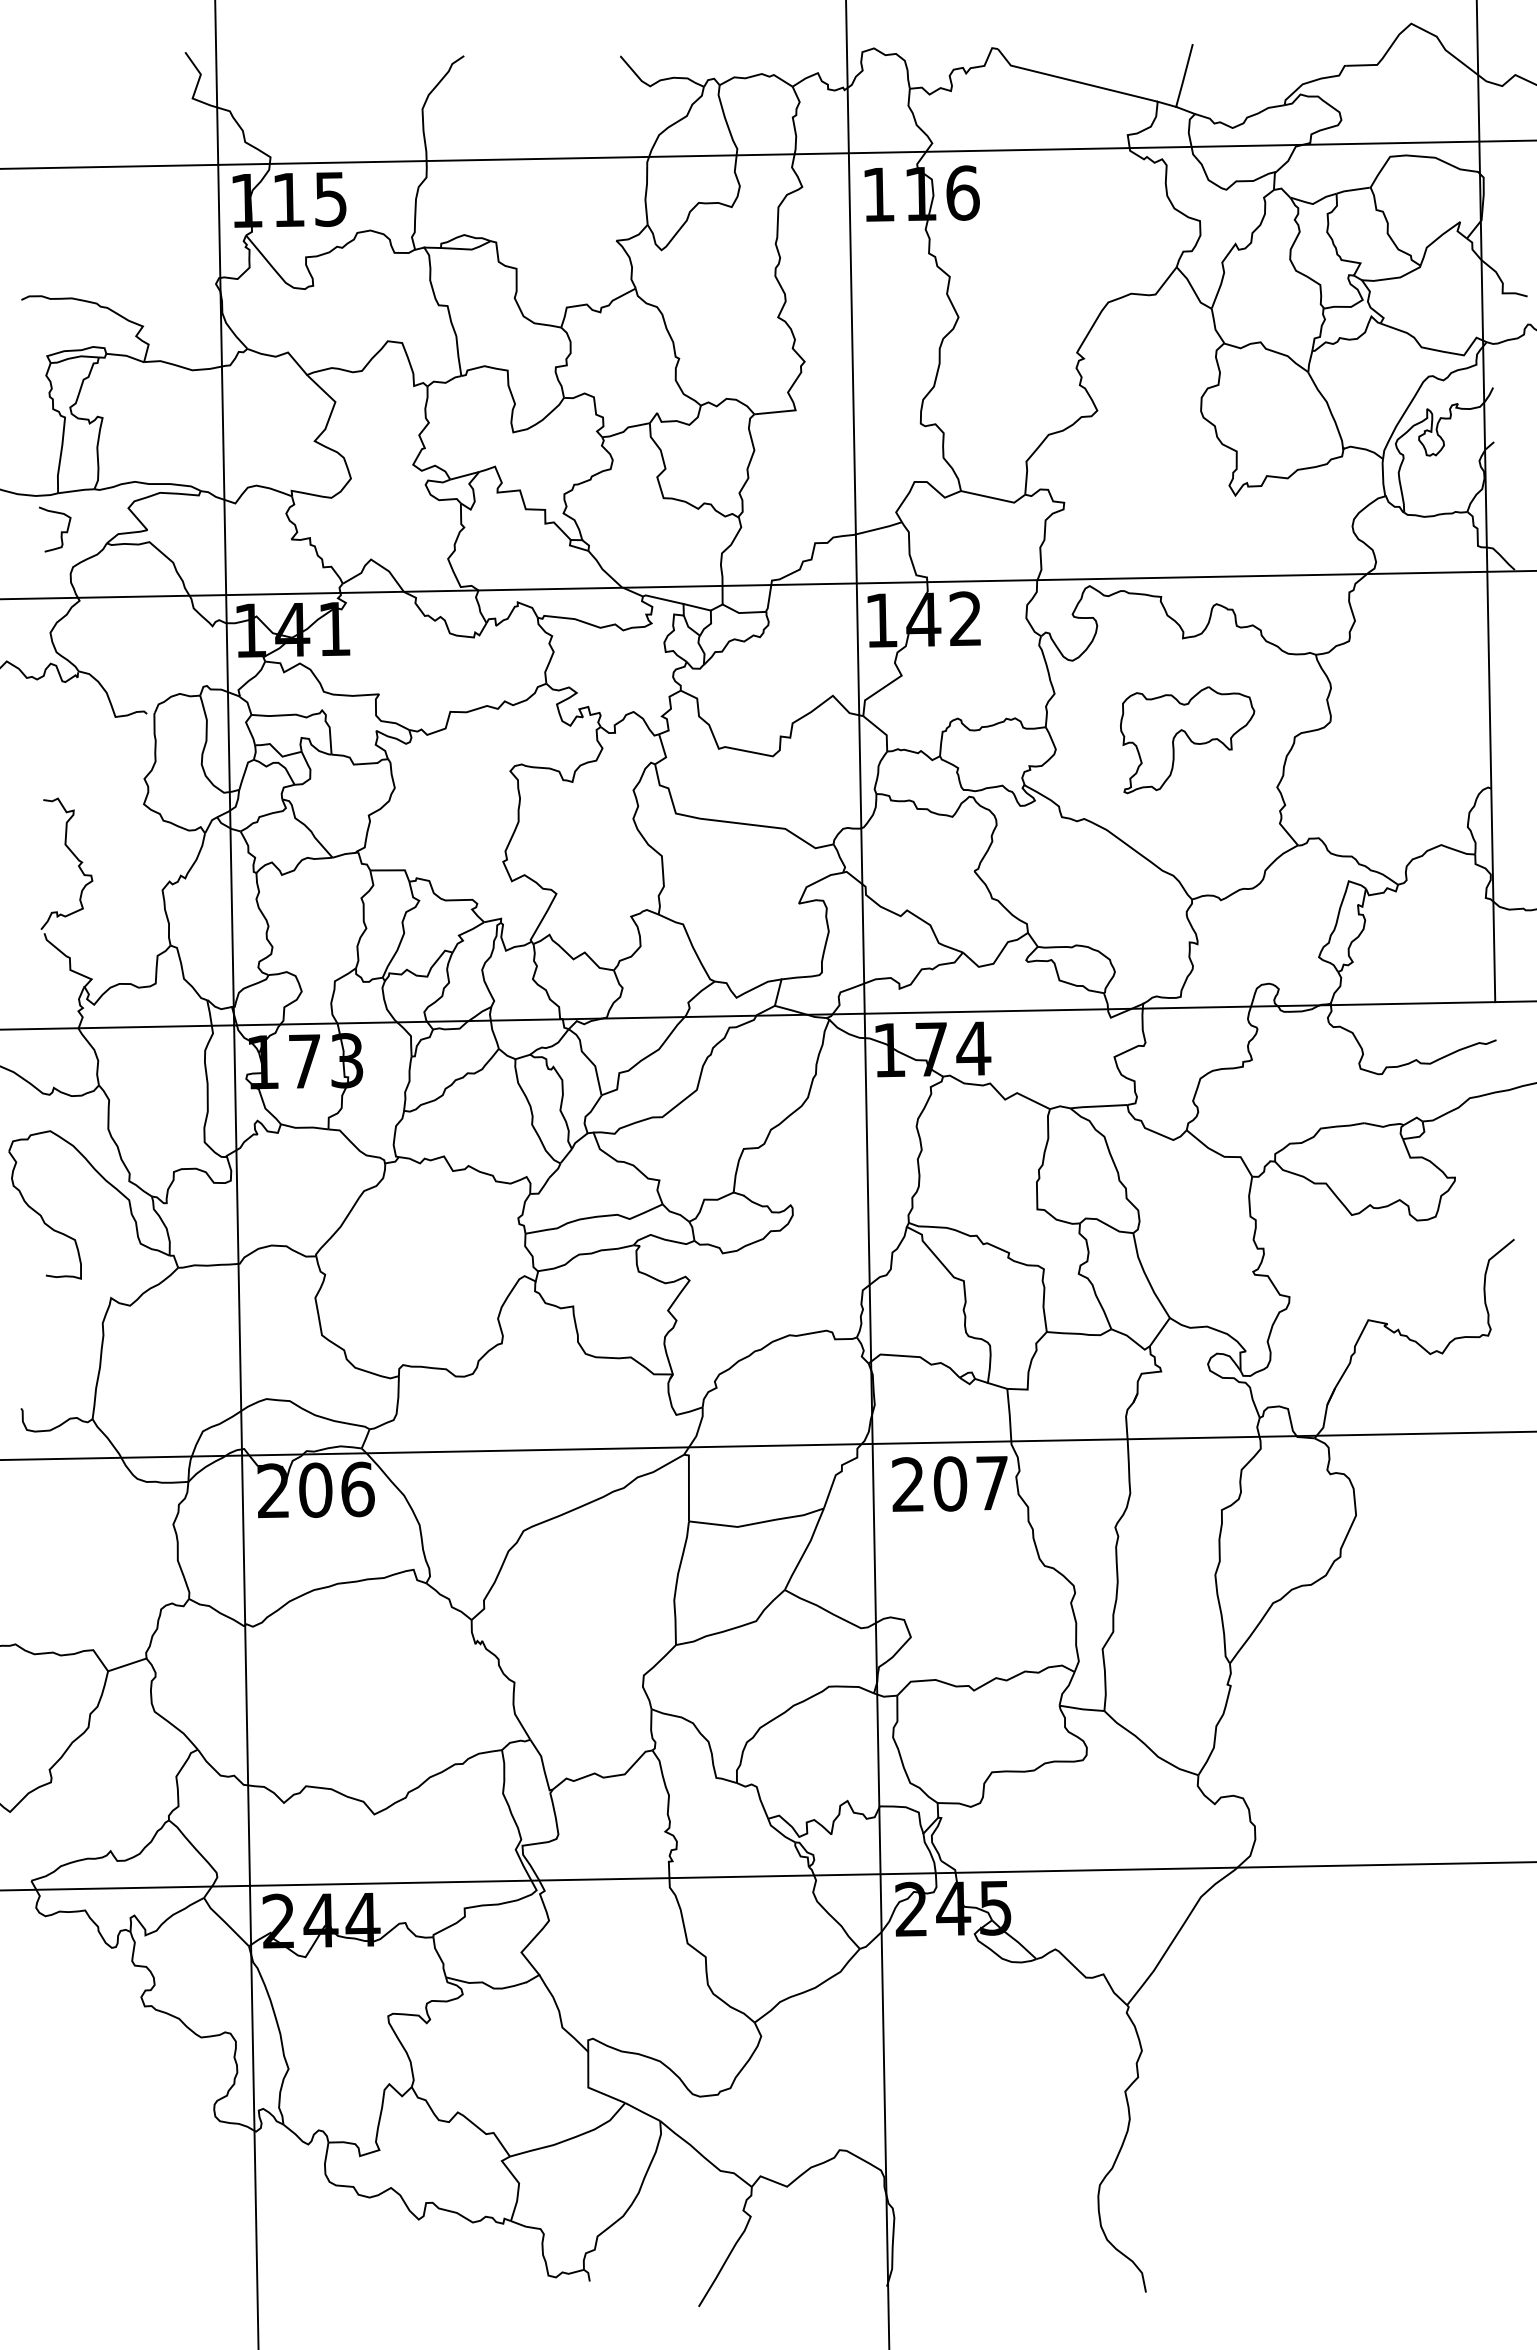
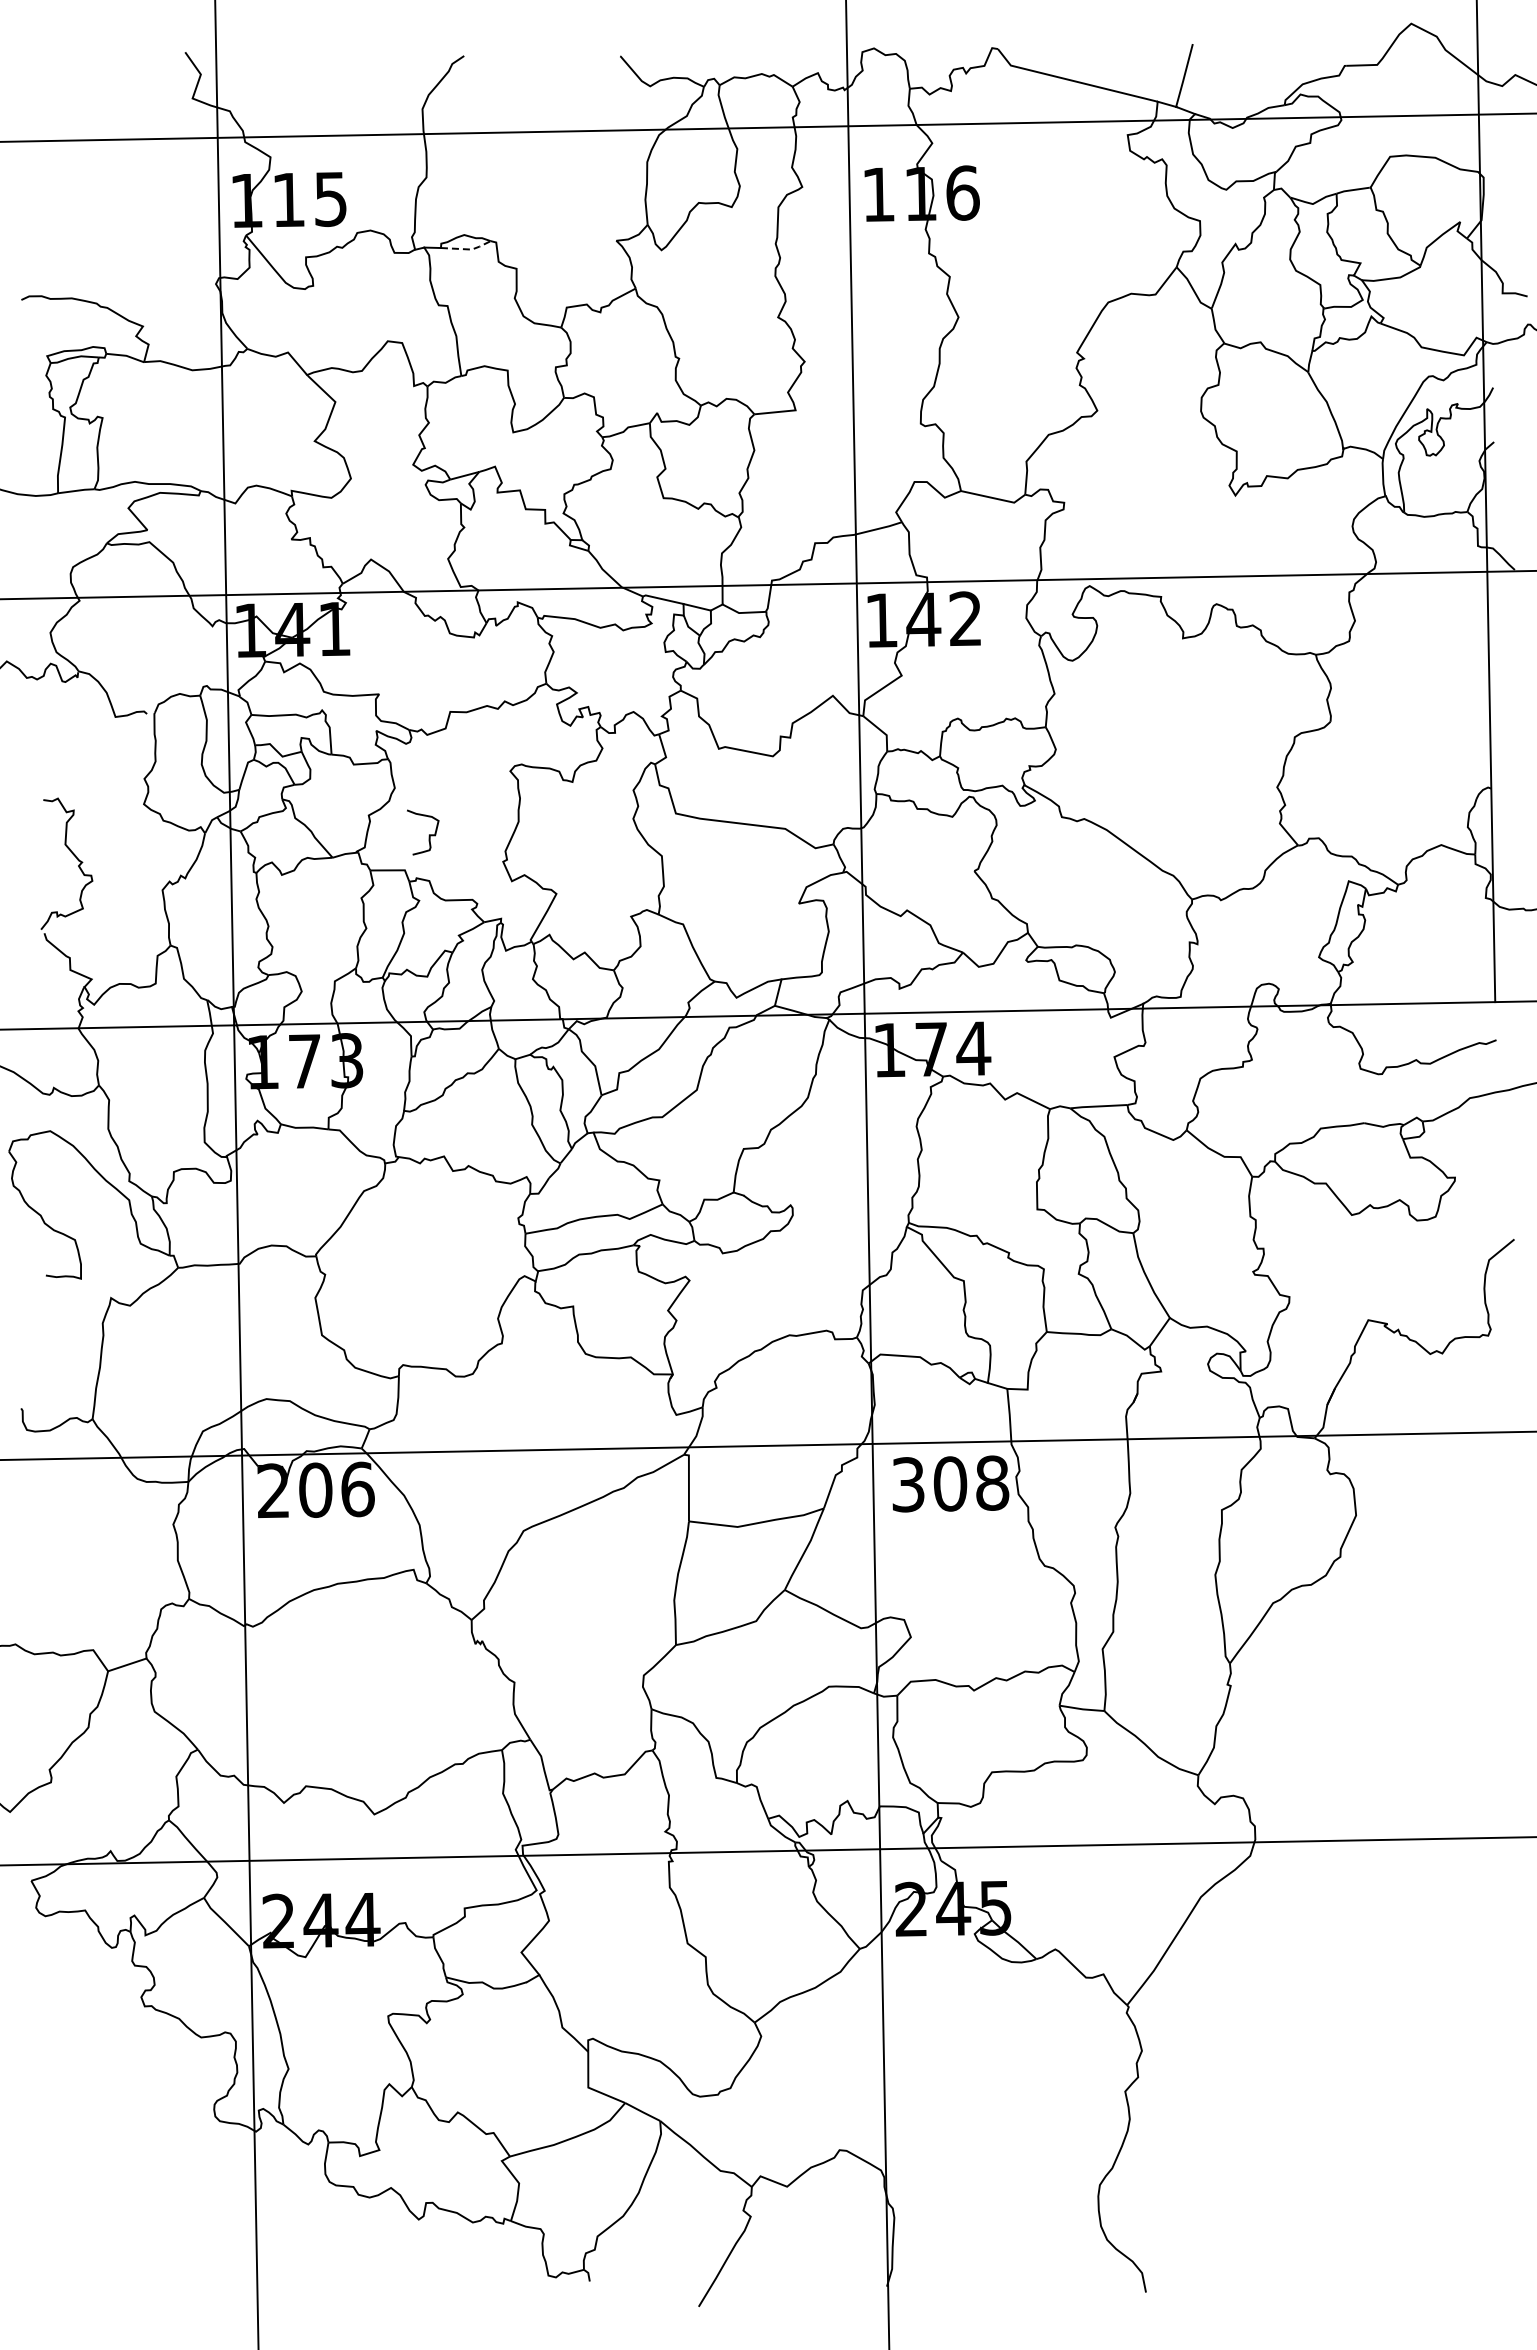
line at (767, 154) position: (767, 154) -> (767, 127)
line at (468, 249): solid -> dashed
curve at (60, 532) position: (60, 532) -> (428, 835)
part at (1187, 740): present -> none
text at (950, 1483): 207 -> 308
line at (767, 1876) position: (767, 1876) -> (767, 1851)
